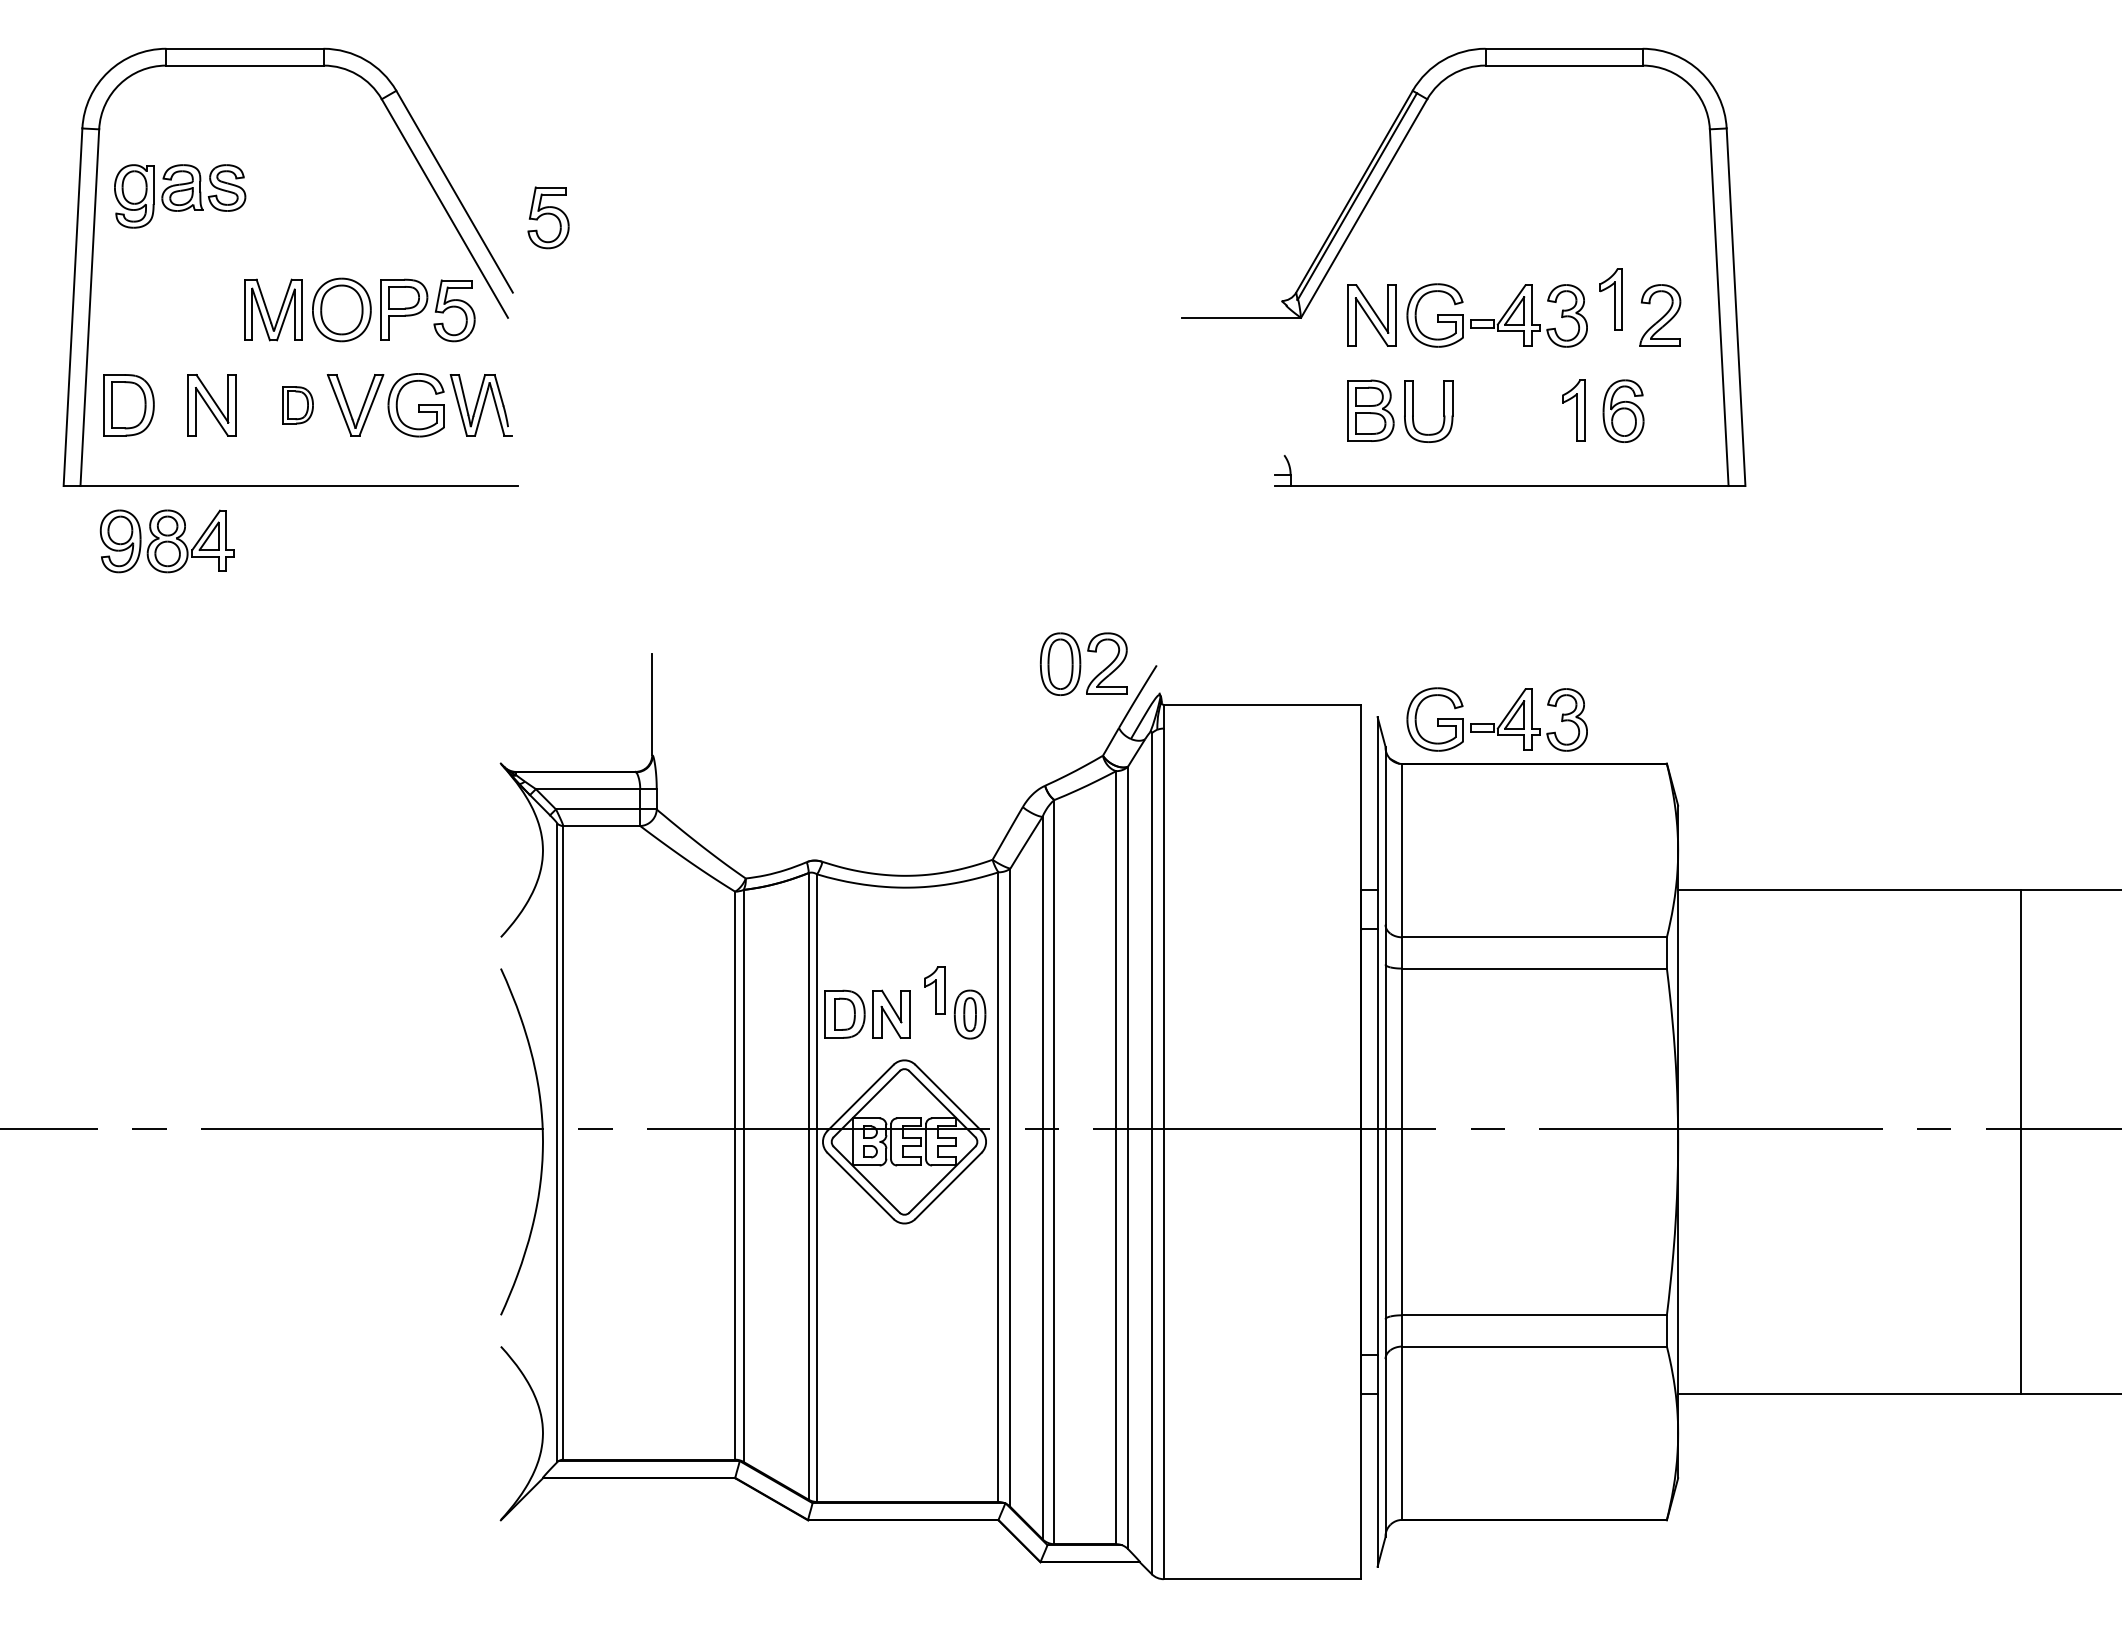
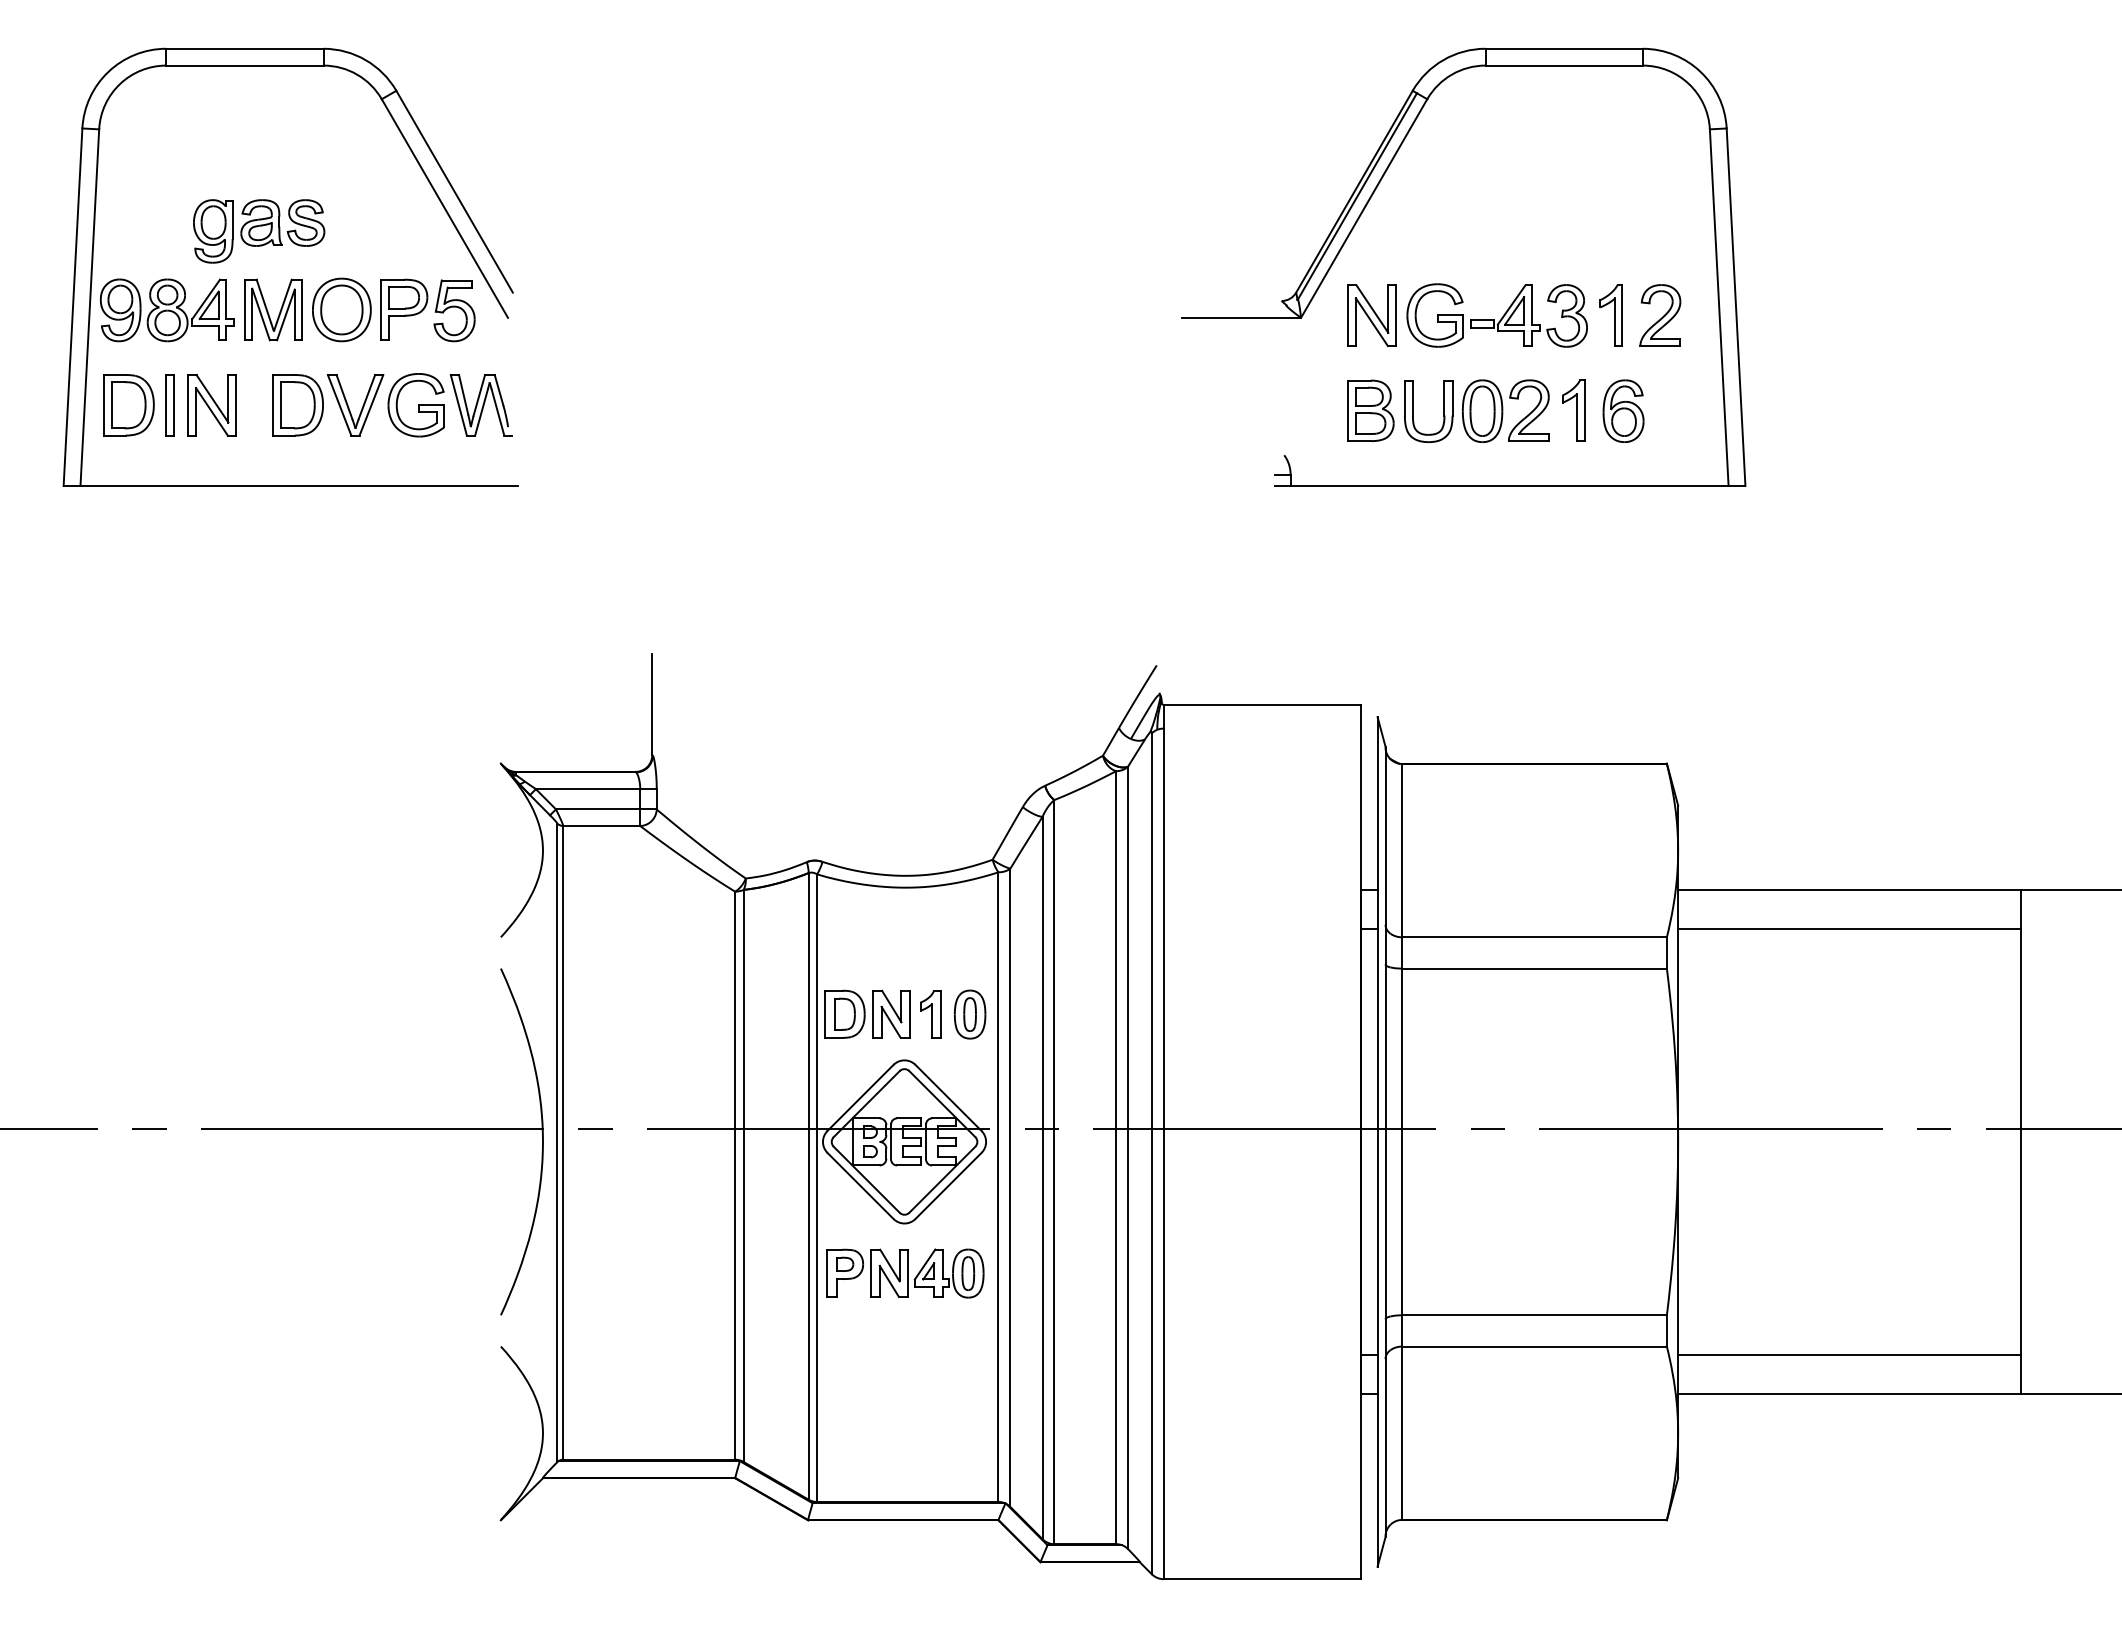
part at (180, 196) position: (180, 196) -> (259, 231)
part at (548, 217): present -> none
part at (1610, 299) position: (1610, 299) -> (1610, 315)
part at (169, 405): none -> present
part at (297, 405) size: 32x39 px -> 52x63 px
part at (166, 541) position: (166, 541) -> (166, 310)
part at (1083, 663) position: (1083, 663) -> (1505, 410)
part at (1496, 719): present -> none
line at (1849, 928): none -> present
part at (934, 990) position: (934, 990) -> (930, 1014)
part at (905, 1273): none -> present
line at (1849, 1355): none -> present
